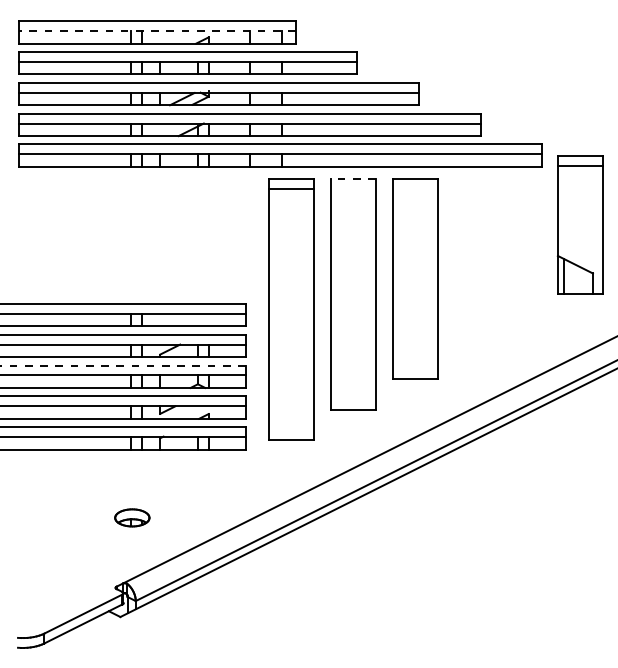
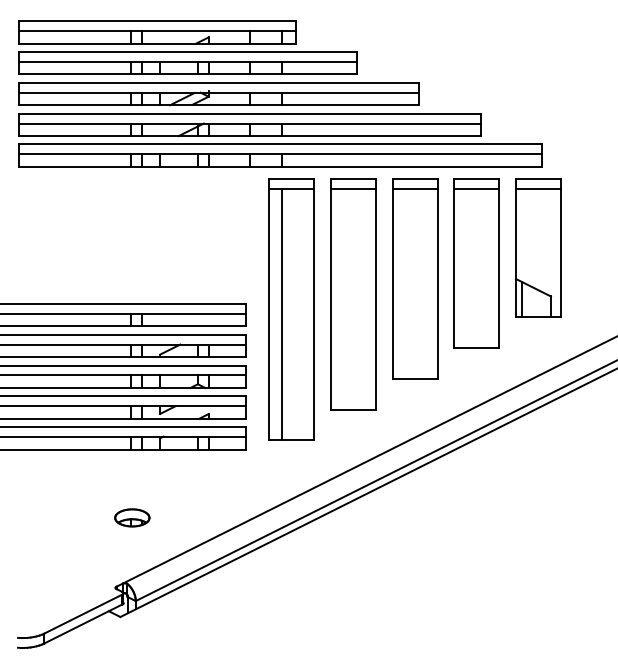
line at (156, 31): dashed -> solid
line at (352, 178): dashed -> solid
line at (352, 188): none -> present
line at (414, 188): none -> present
part at (579, 224) position: (579, 224) -> (537, 247)
part at (476, 263): none -> present
line at (281, 314): none -> present
line at (122, 365): dashed -> solid
